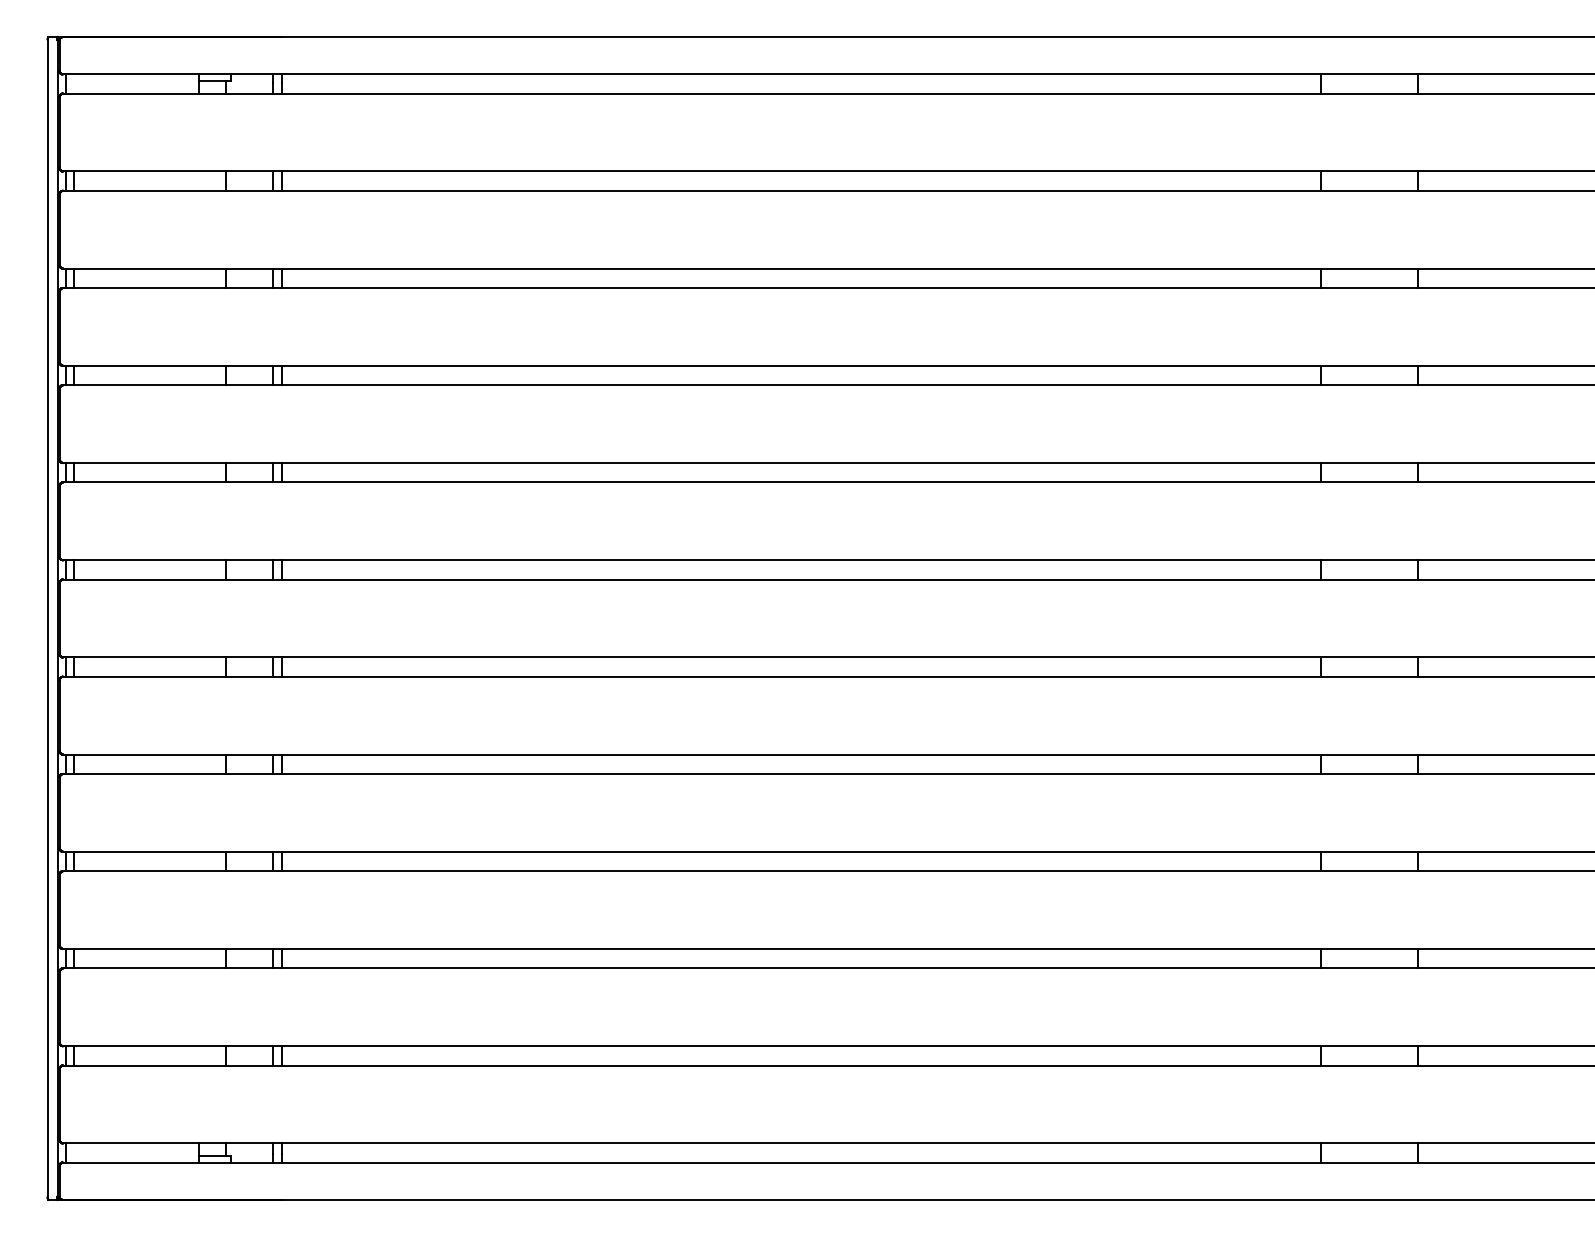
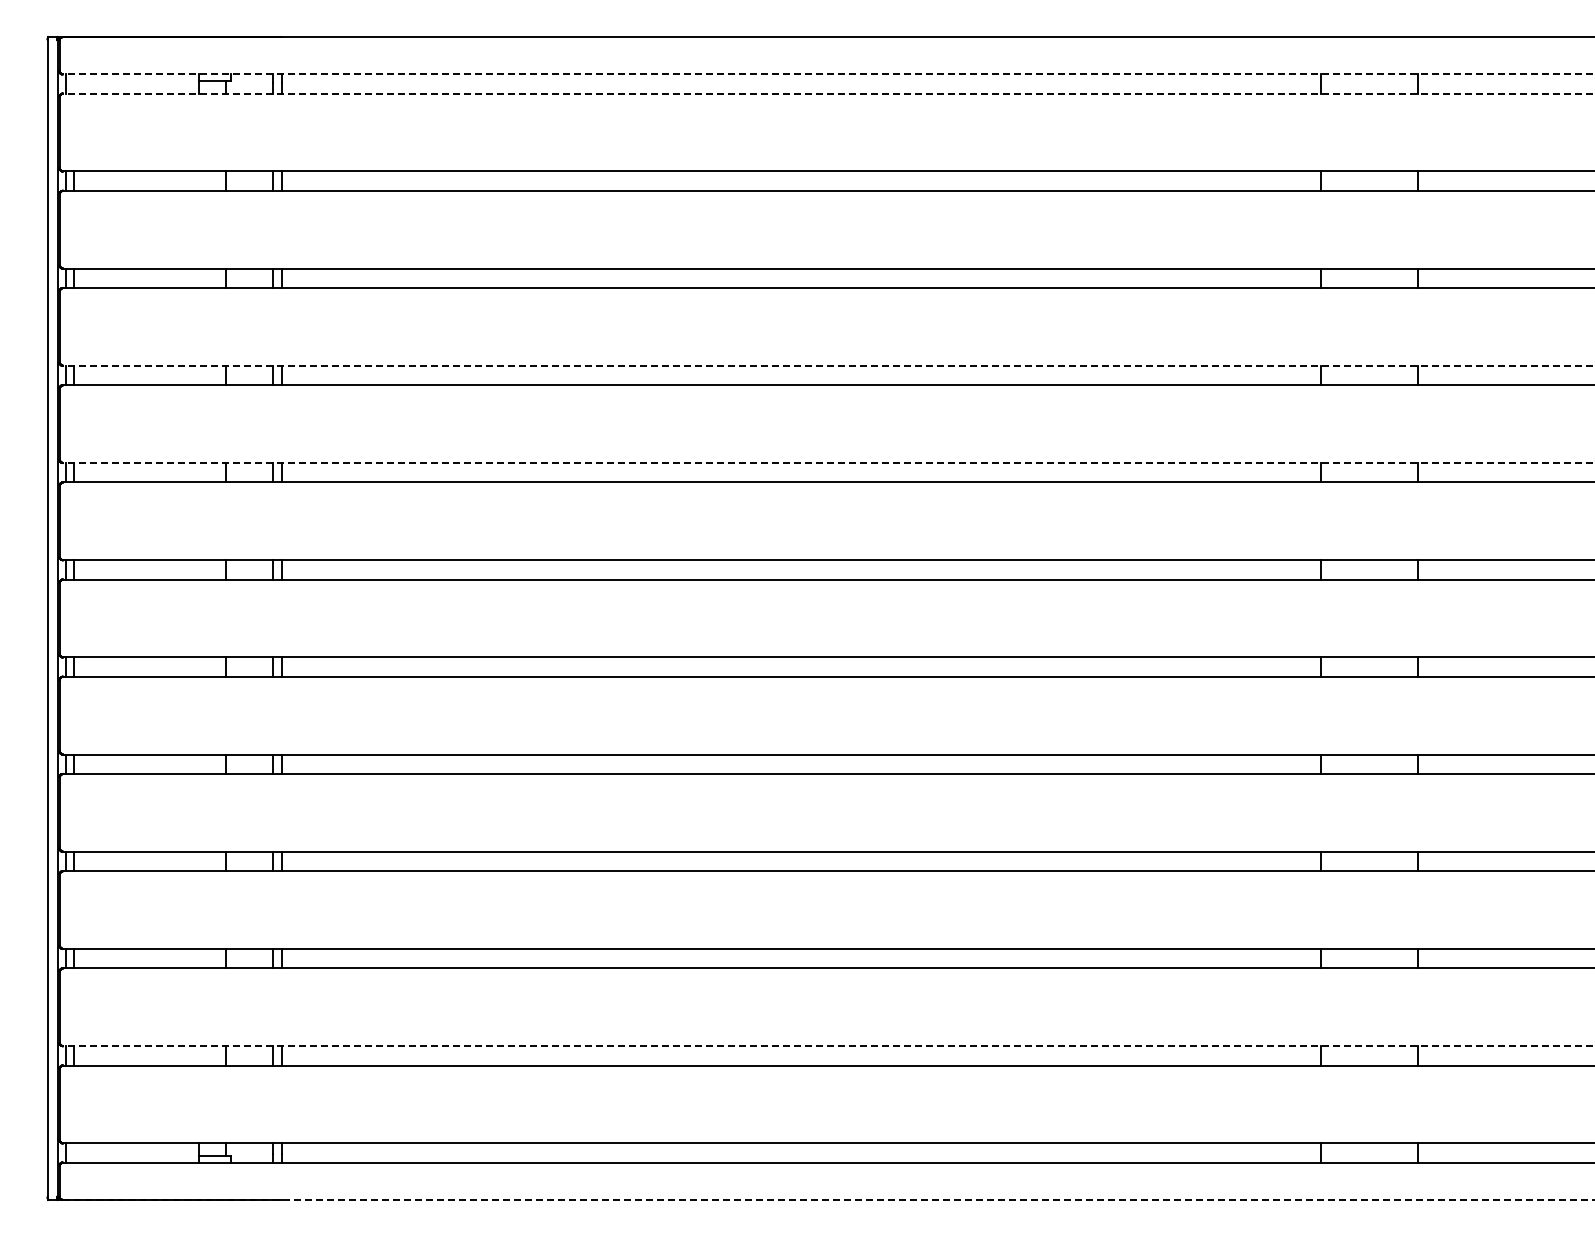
line at (828, 74): solid -> dashed
line at (828, 93): solid -> dashed
line at (828, 365): solid -> dashed
line at (828, 462): solid -> dashed
line at (828, 1046): solid -> dashed
line at (828, 1199): solid -> dashed
